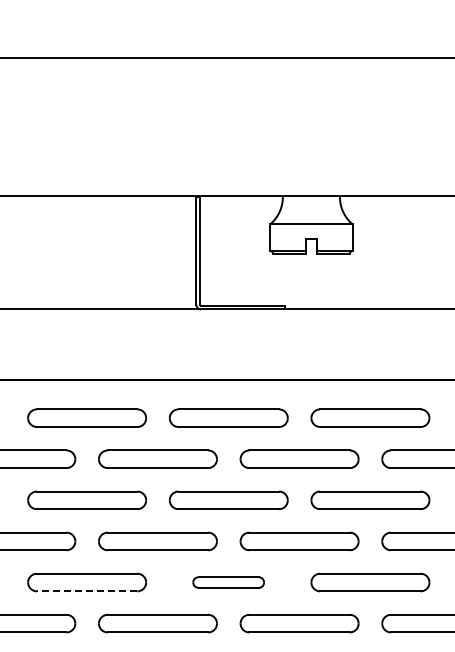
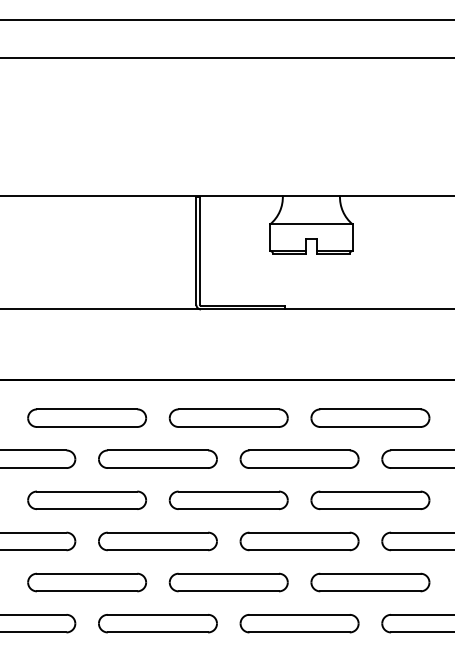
line at (226, 19): none -> present
part at (228, 582) size: 73x13 px -> 121x21 px
line at (86, 591): dashed -> solid
